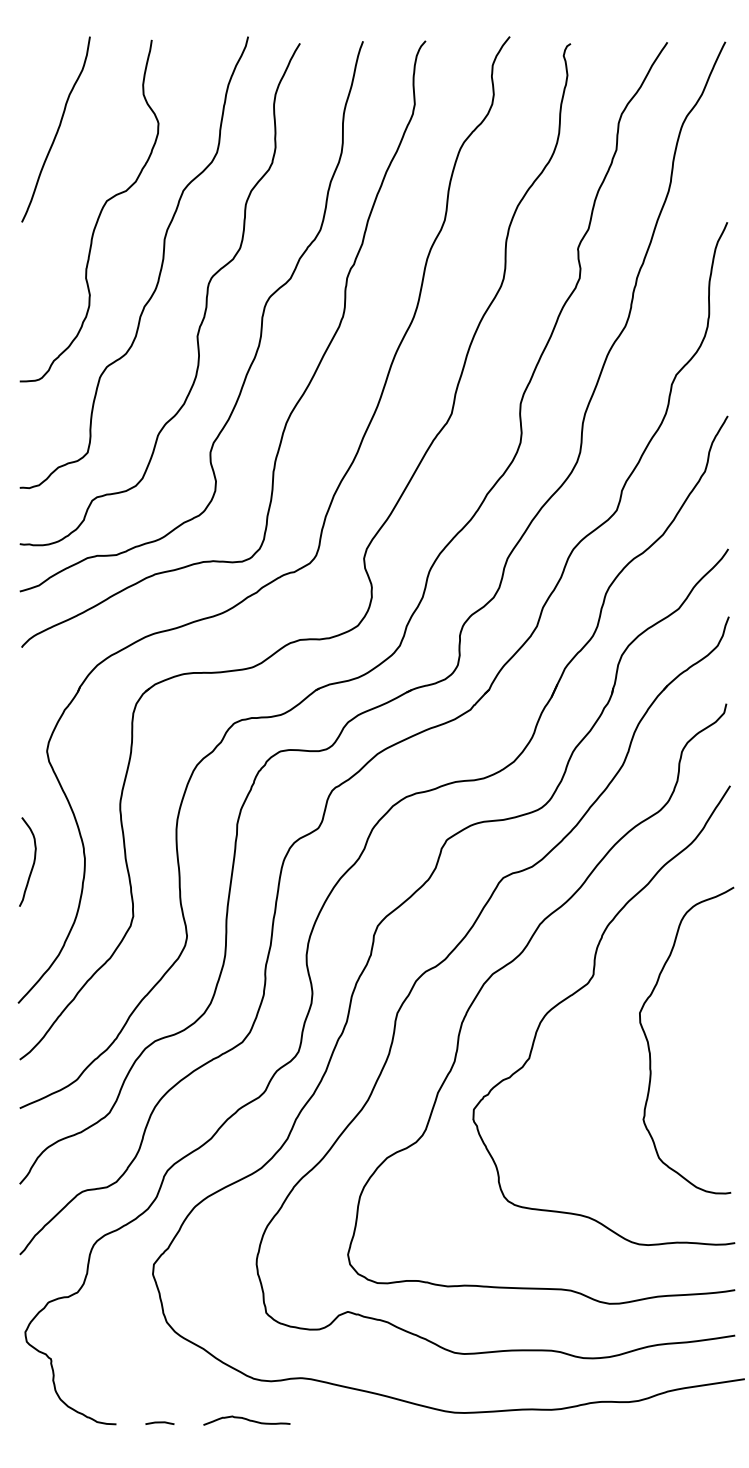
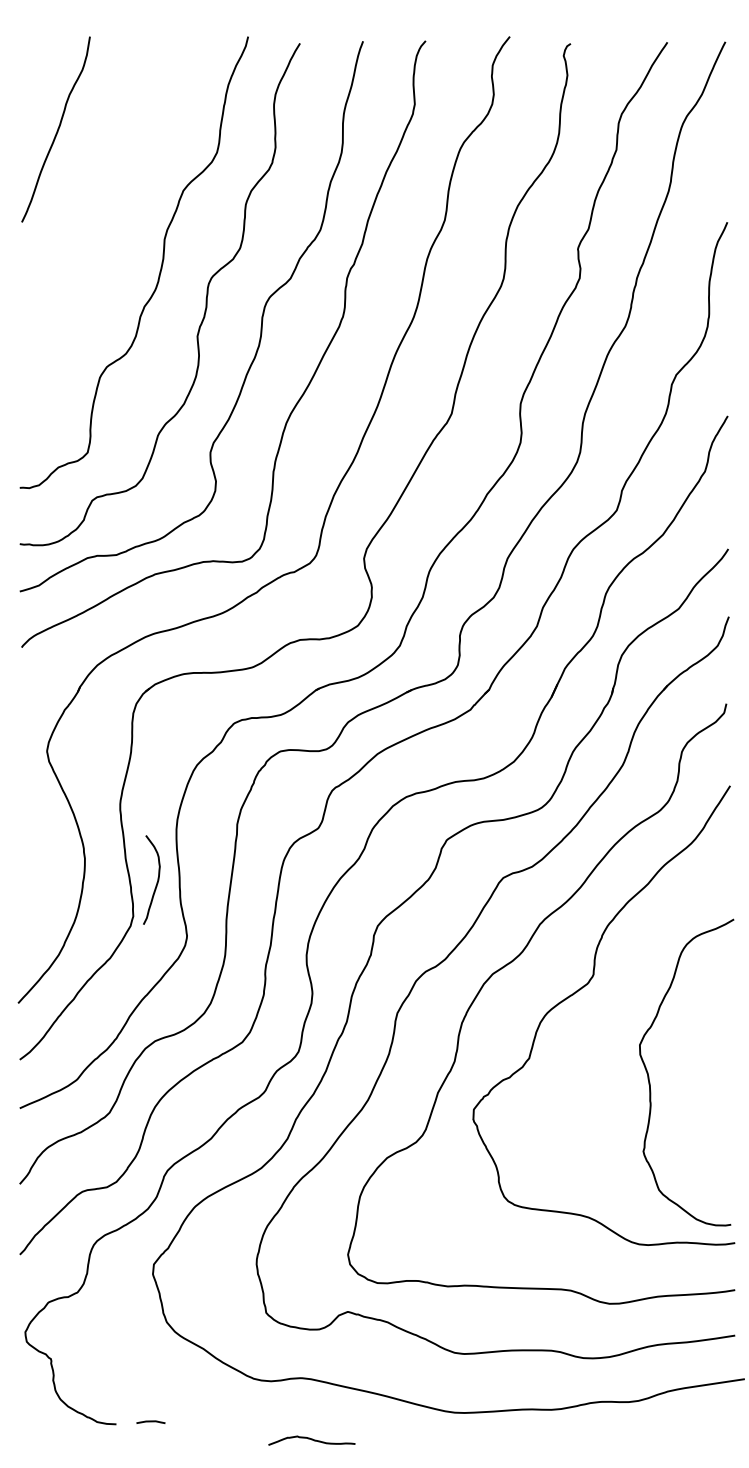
curve at (99, 212): present -> none
curve at (32, 864) position: (32, 864) -> (156, 882)
curve at (649, 1044) position: (649, 1044) -> (649, 1076)
curve at (246, 1420) position: (246, 1420) -> (311, 1440)
line at (159, 1422) position: (159, 1422) -> (150, 1421)
